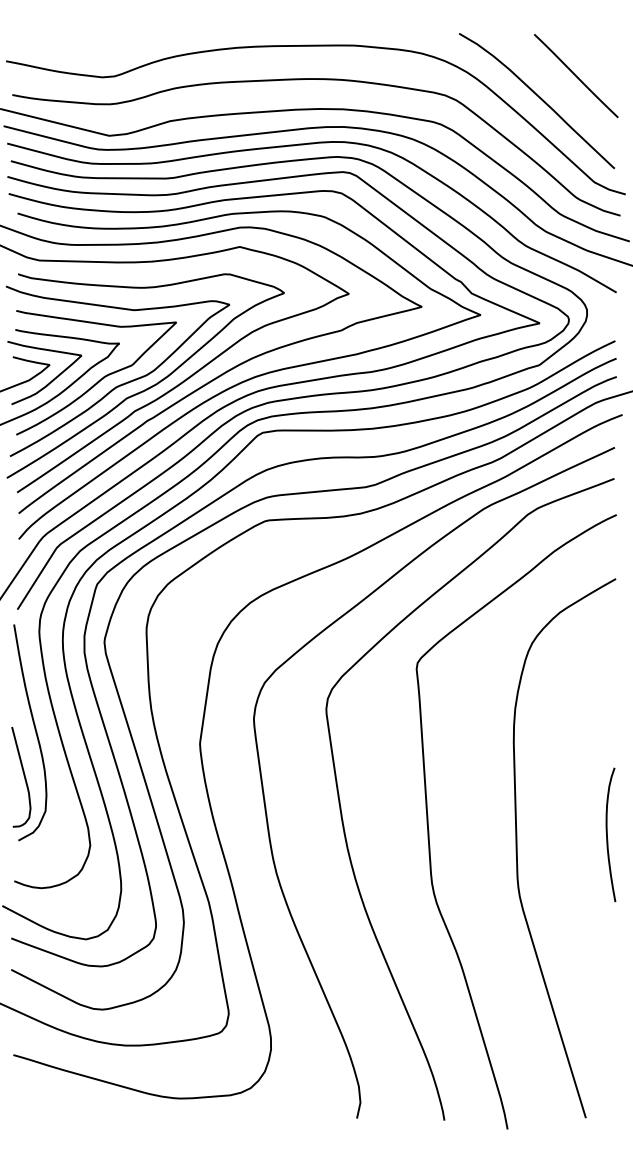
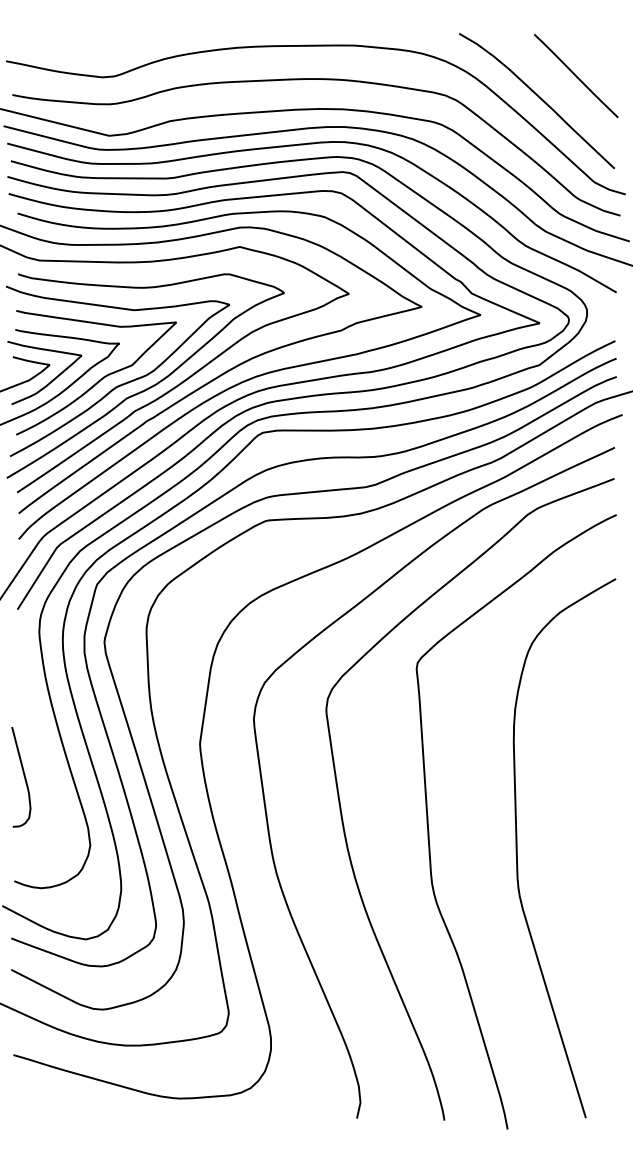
curve at (34, 729): present -> none
curve at (607, 834): present -> none
